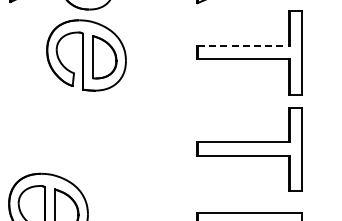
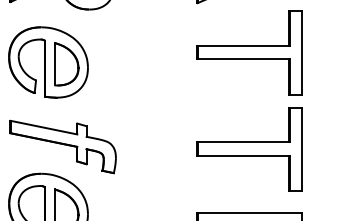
line at (243, 45): dashed -> solid
part at (86, 55) position: (86, 55) -> (48, 62)
part at (62, 146): none -> present
